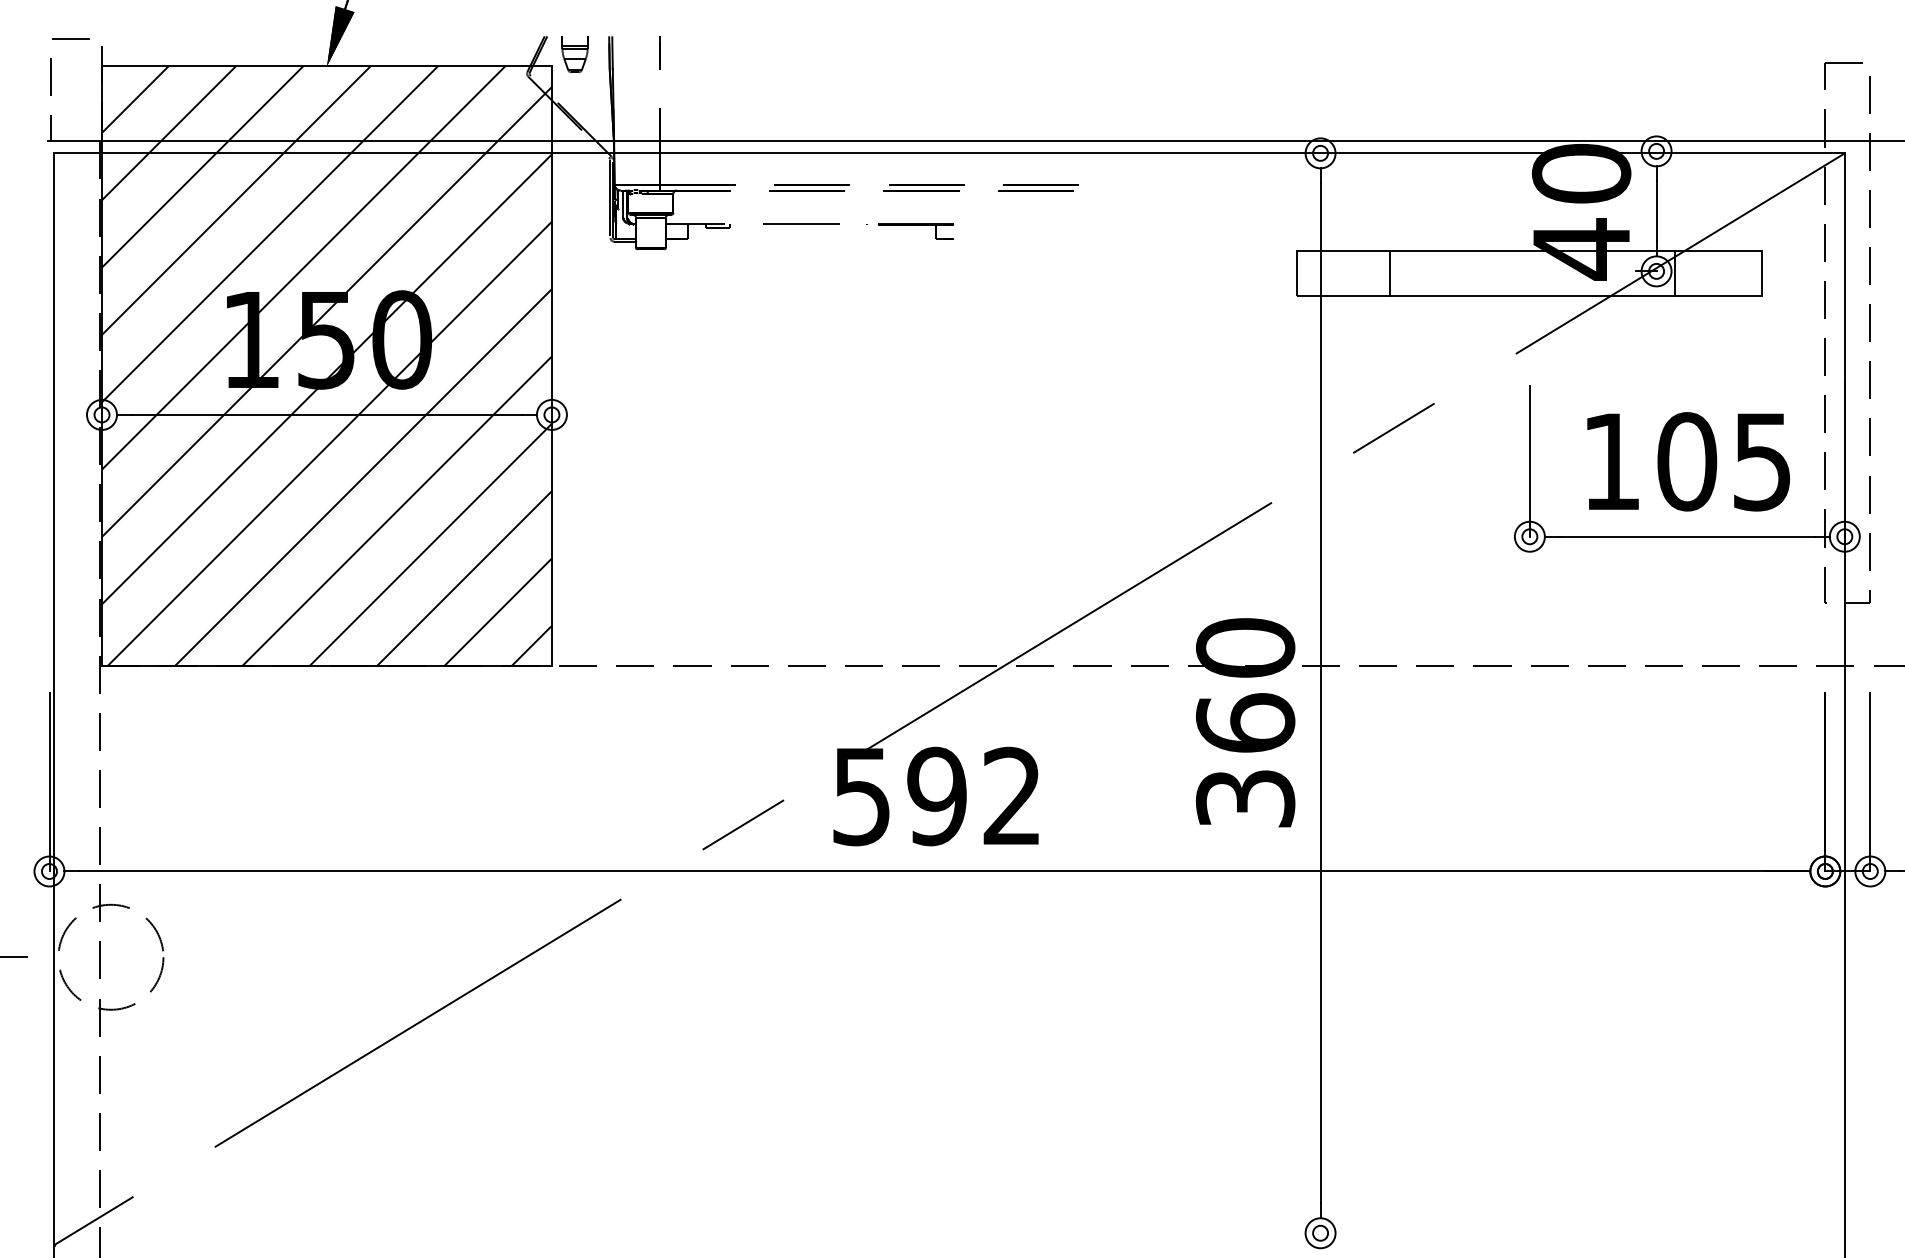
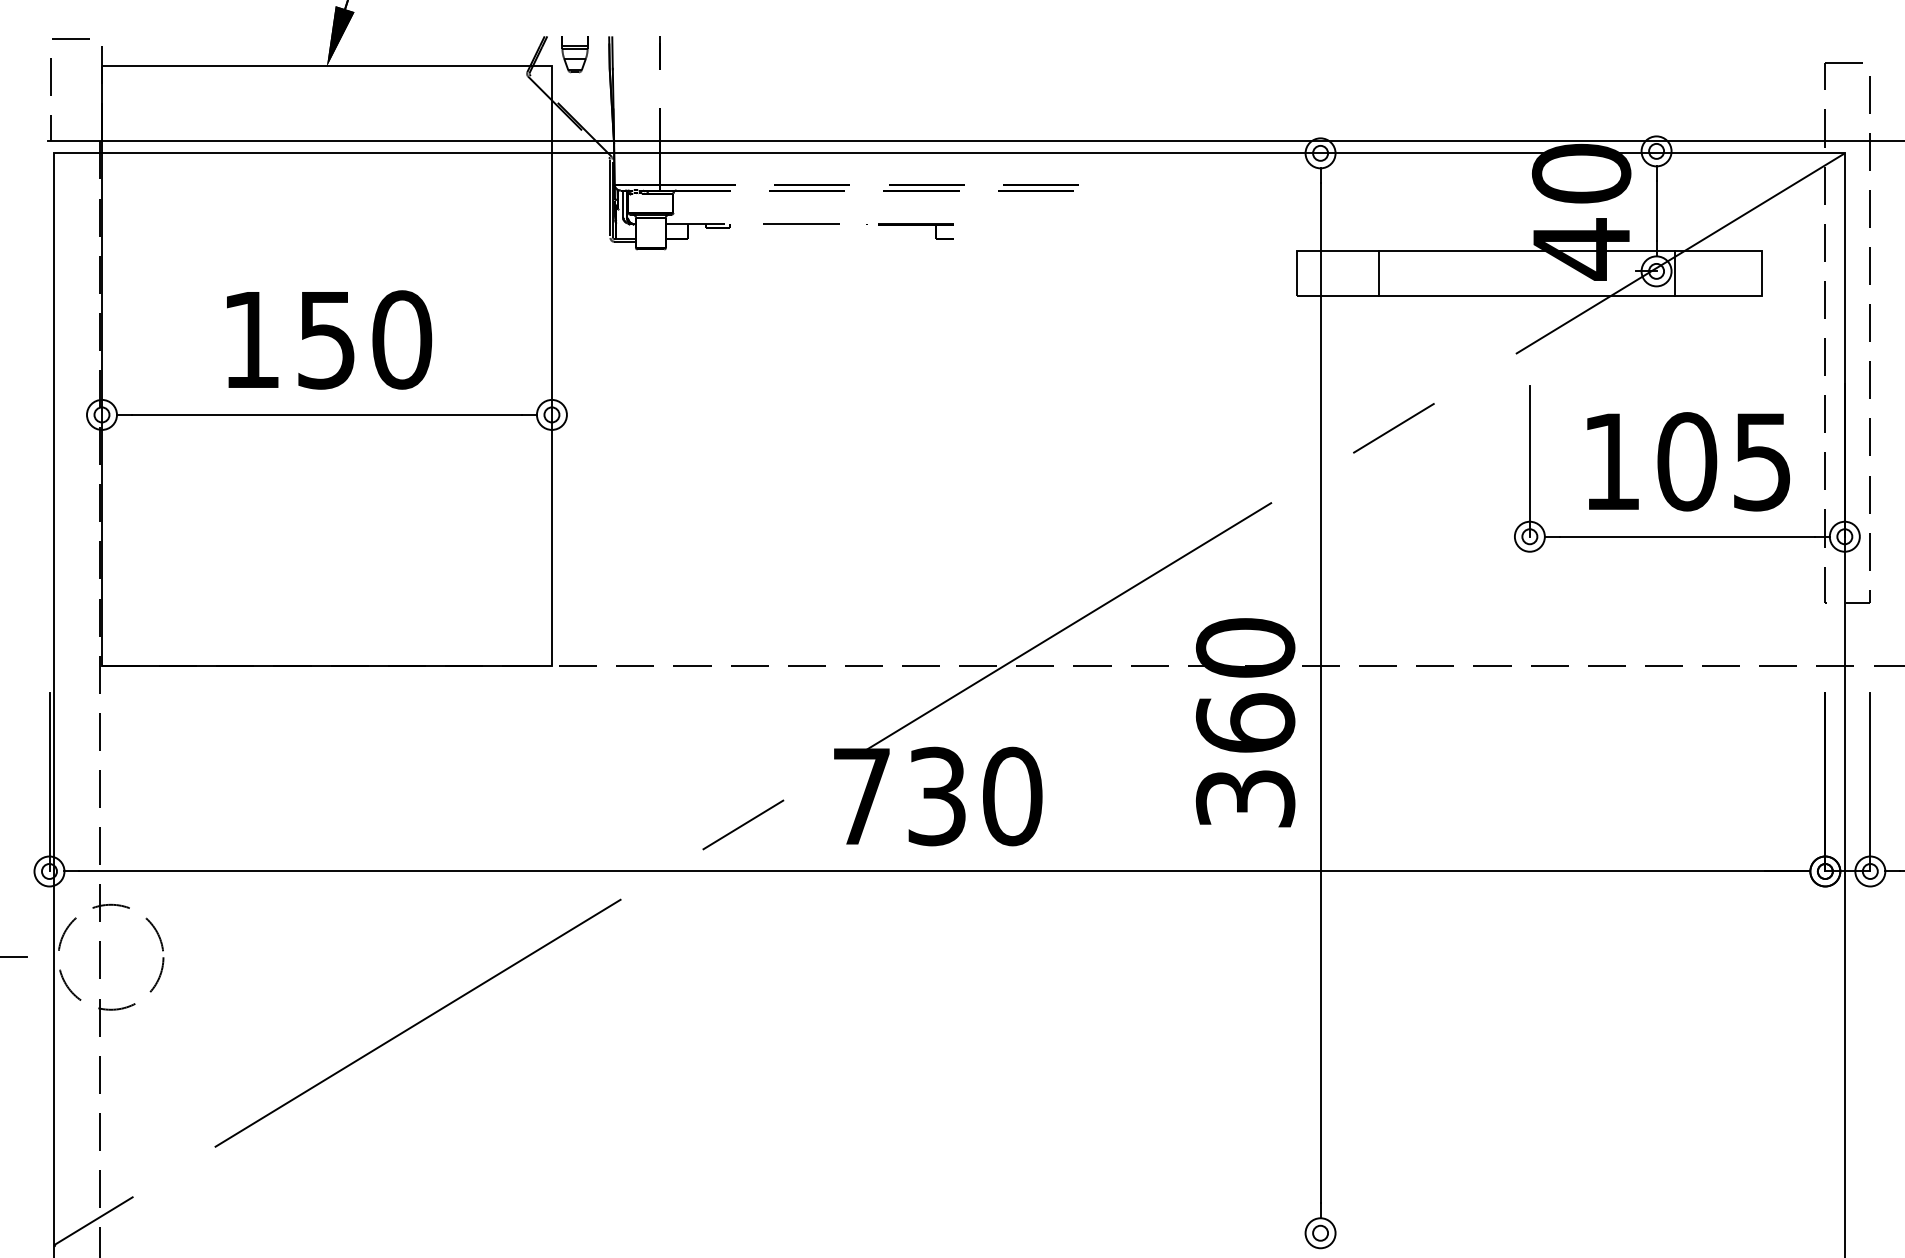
line at (1390, 272) position: (1390, 272) -> (1379, 272)
hatch at (326, 366): present -> none
text at (937, 796): 592 -> 730
